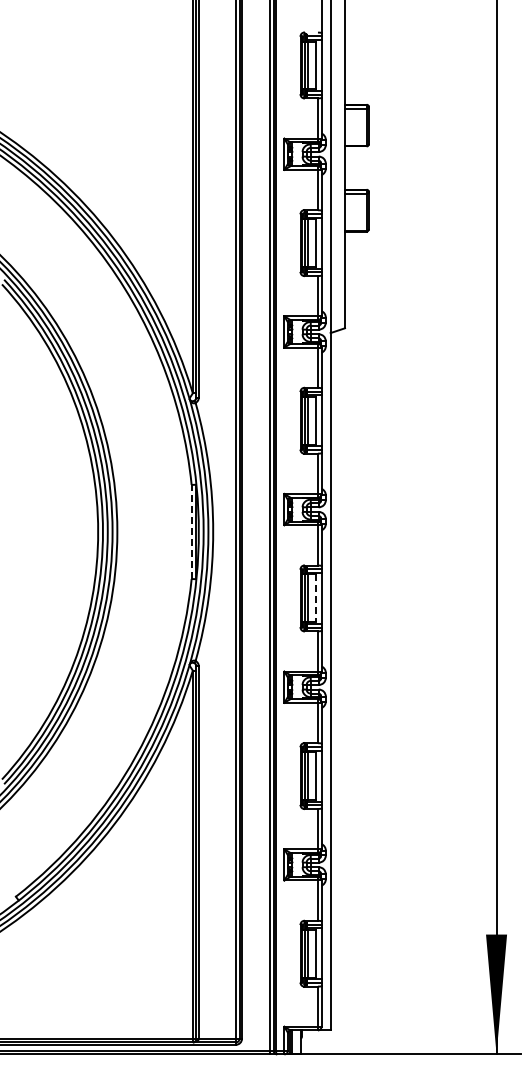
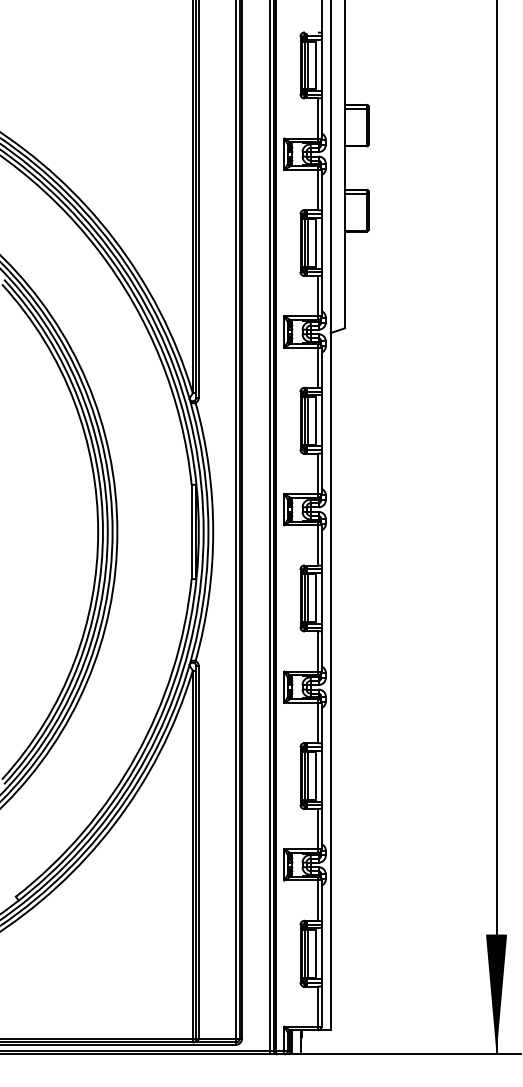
line at (191, 531): dashed -> solid
line at (316, 598): dashed -> solid
